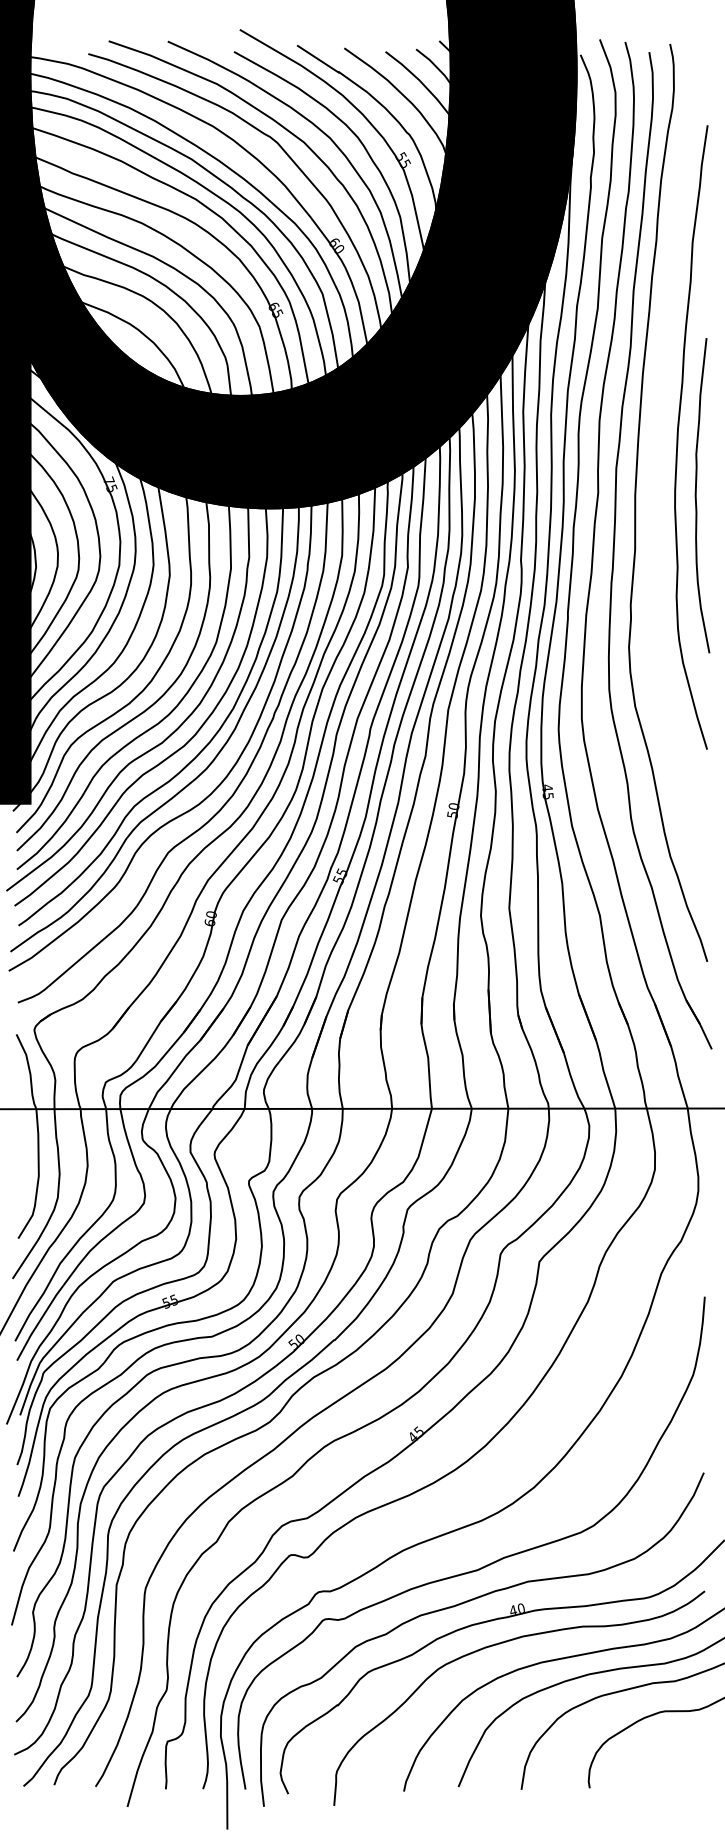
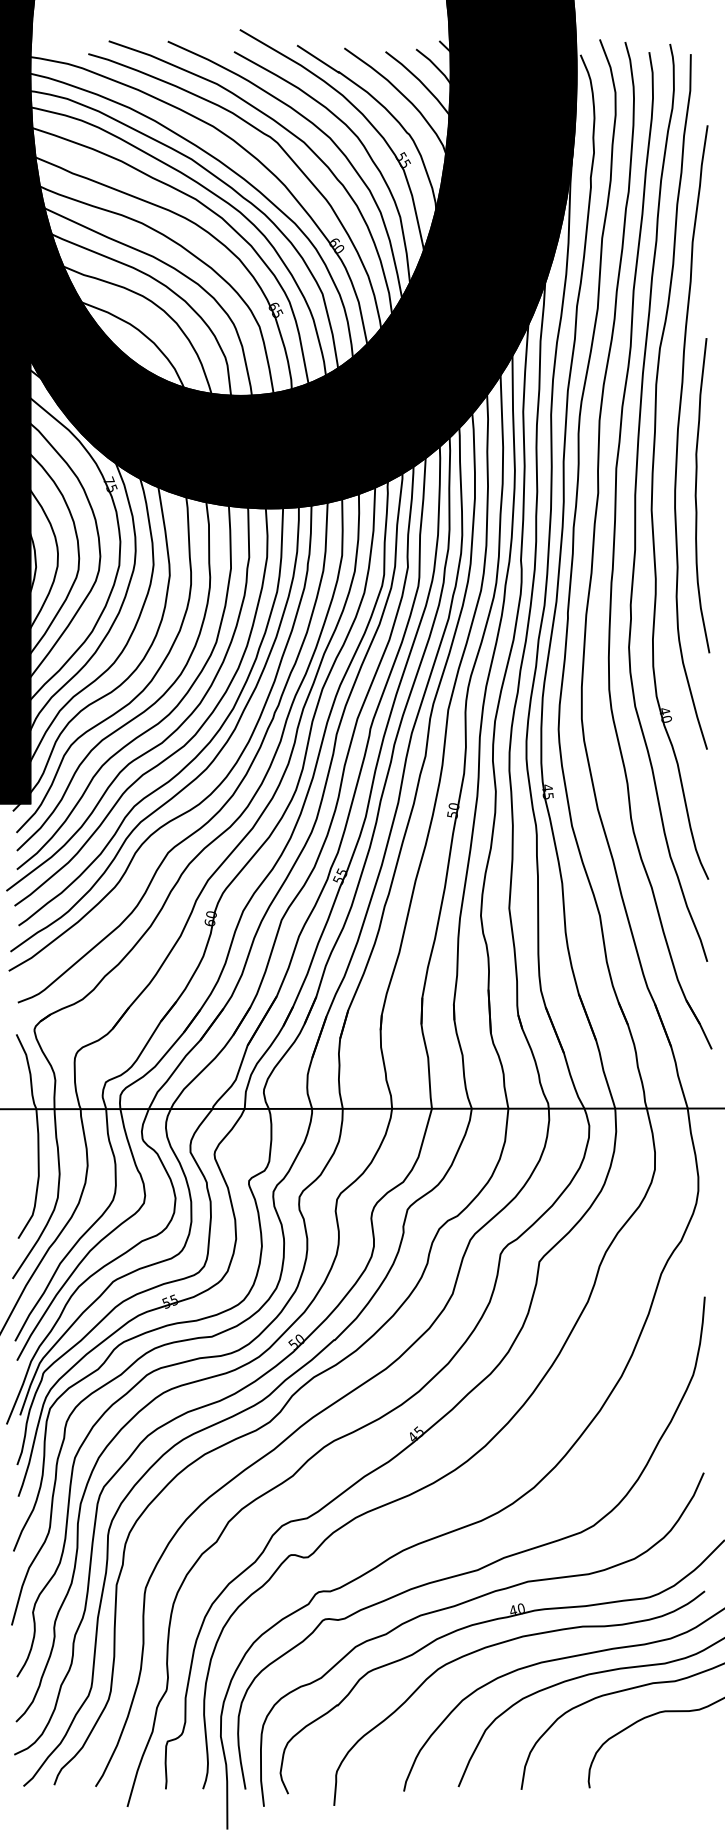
part at (654, 463): none -> present
